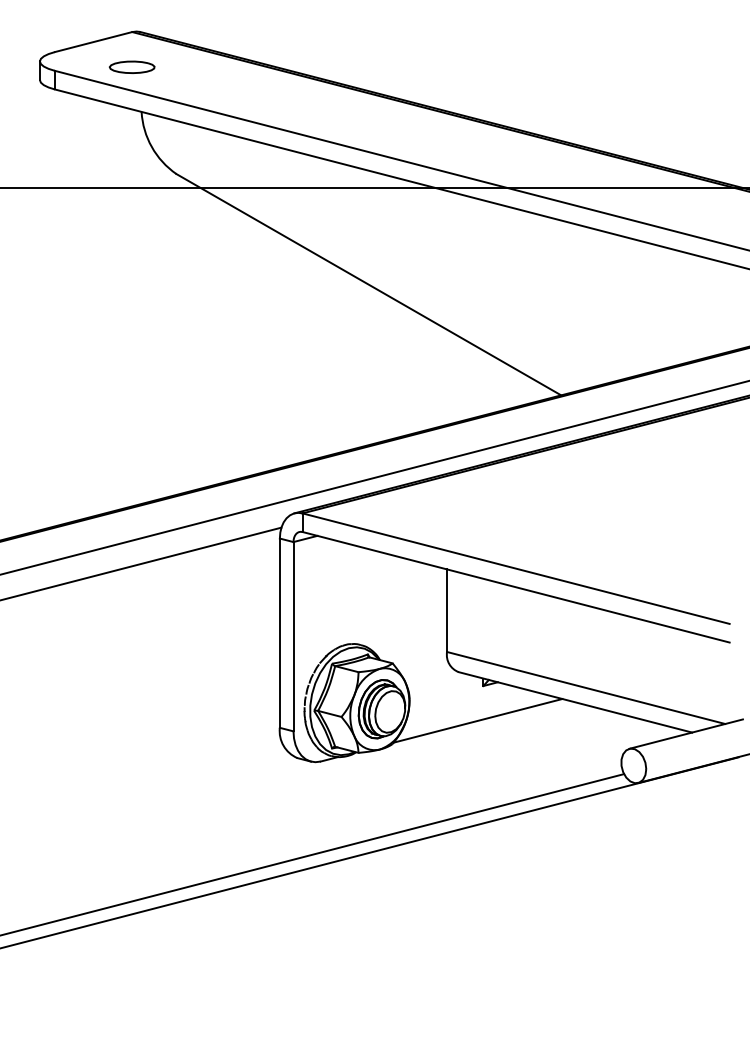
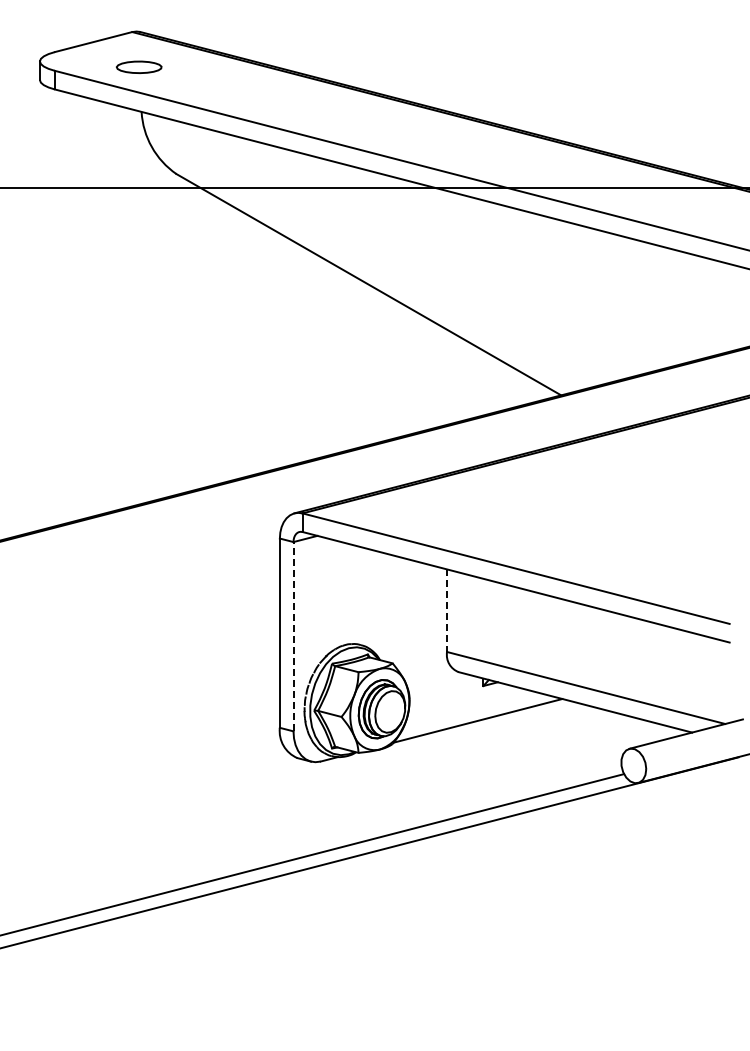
part at (131, 66) position: (131, 66) -> (138, 66)
line at (374, 477): present -> none
line at (141, 563): present -> none
line at (447, 611): solid -> dashed
line at (293, 636): solid -> dashed
